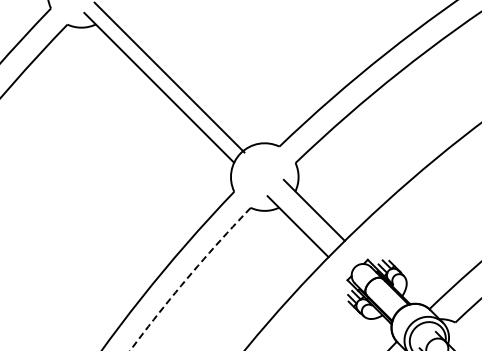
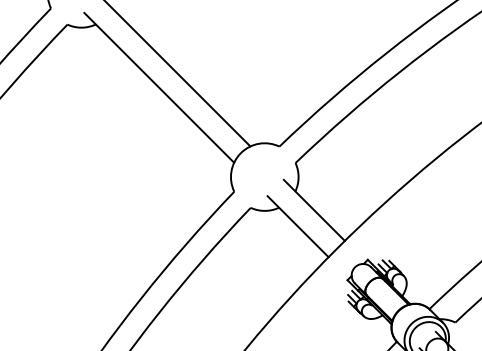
line at (169, 77) position: (169, 77) -> (178, 74)
arc at (187, 278): dashed -> solid
